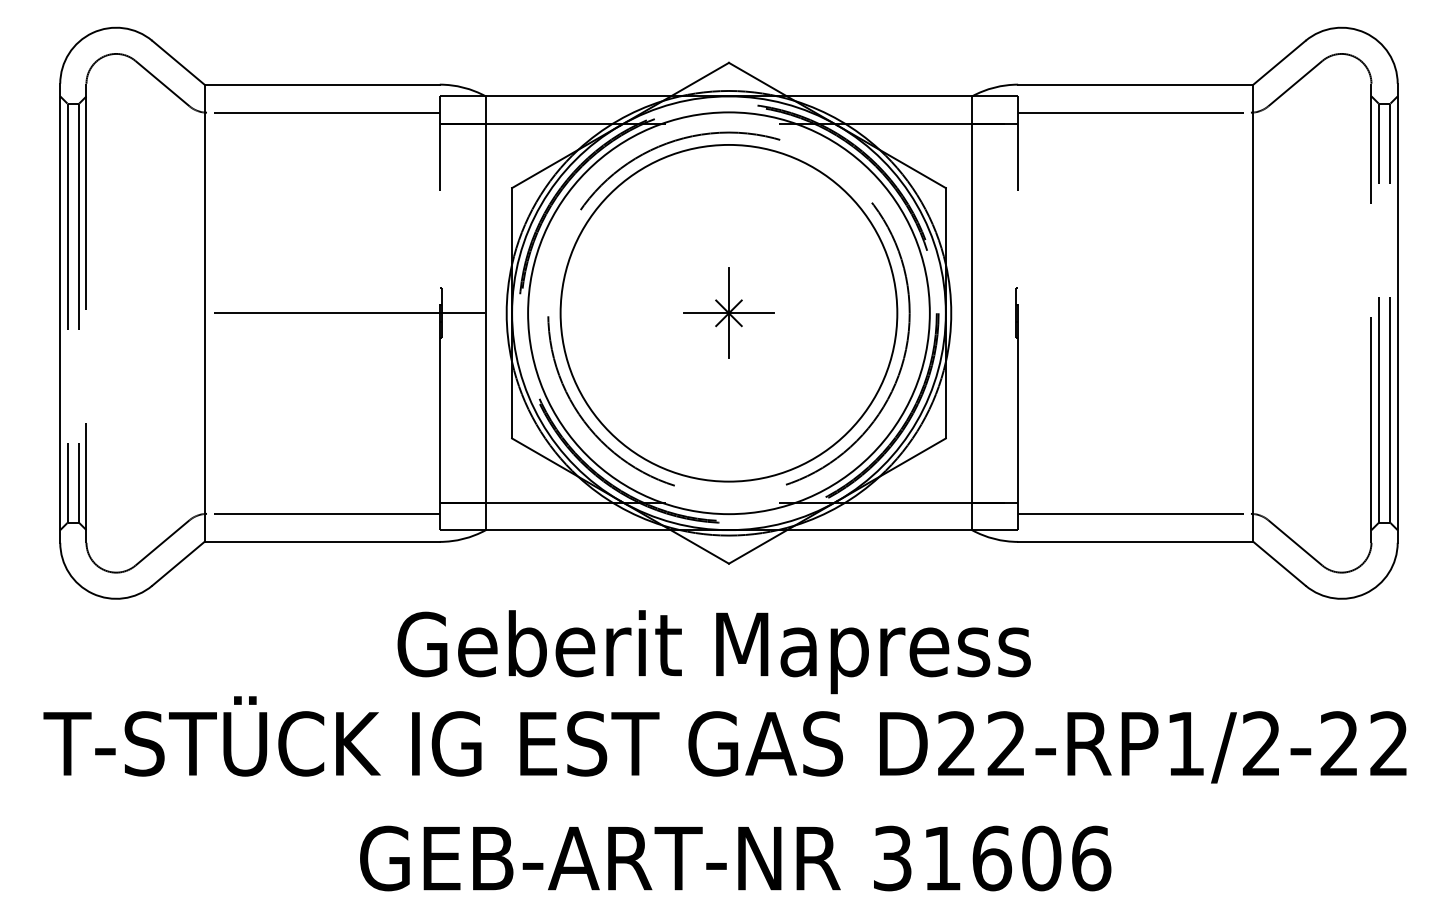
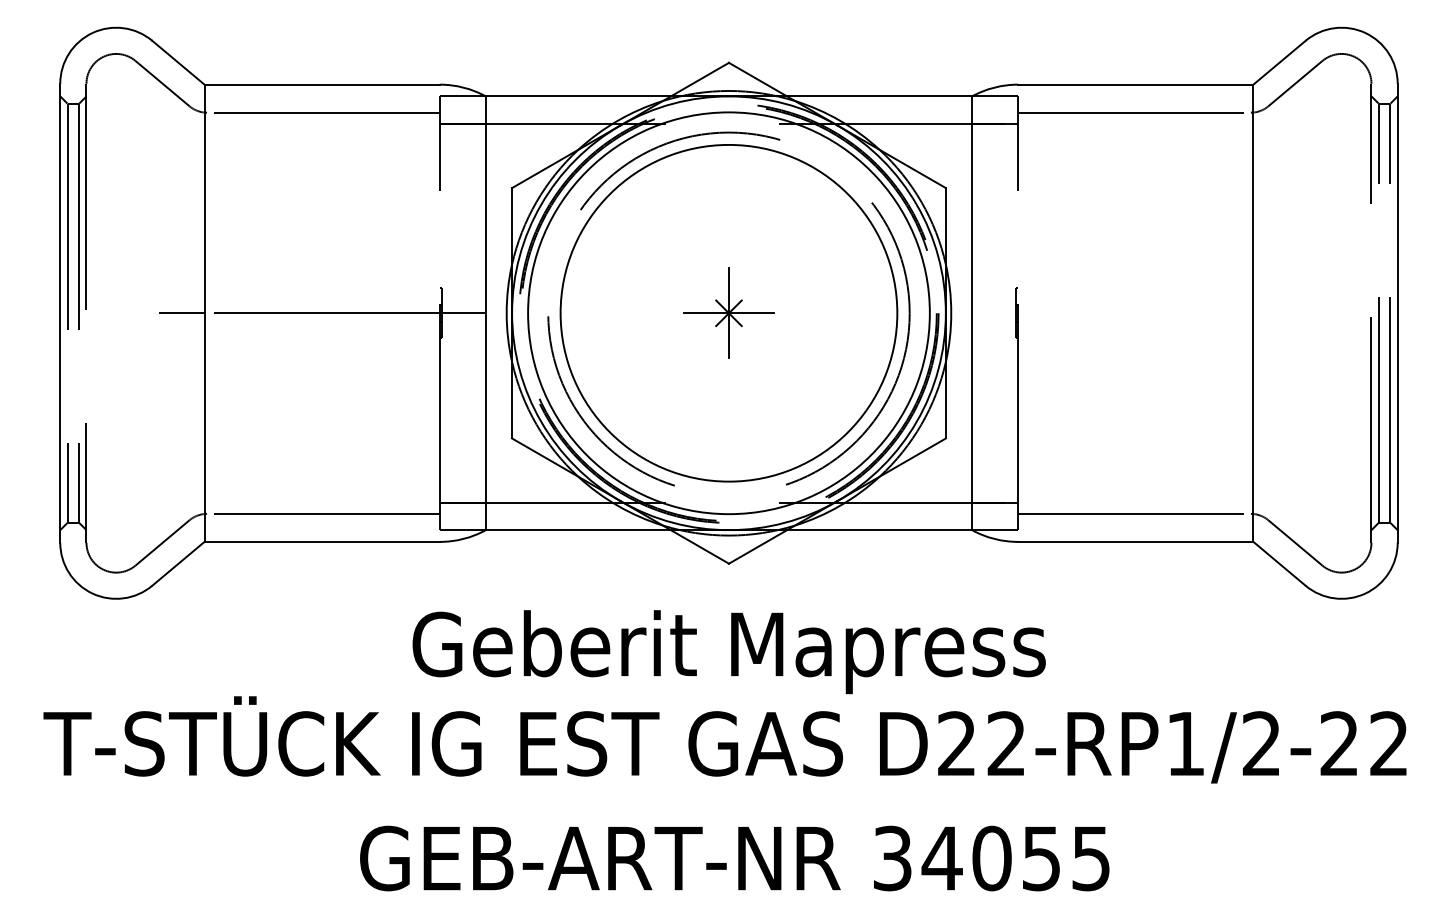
line at (181, 313): none -> present
text at (713, 652) position: (713, 652) -> (728, 652)
text at (1016, 858): 31606 -> 34055
